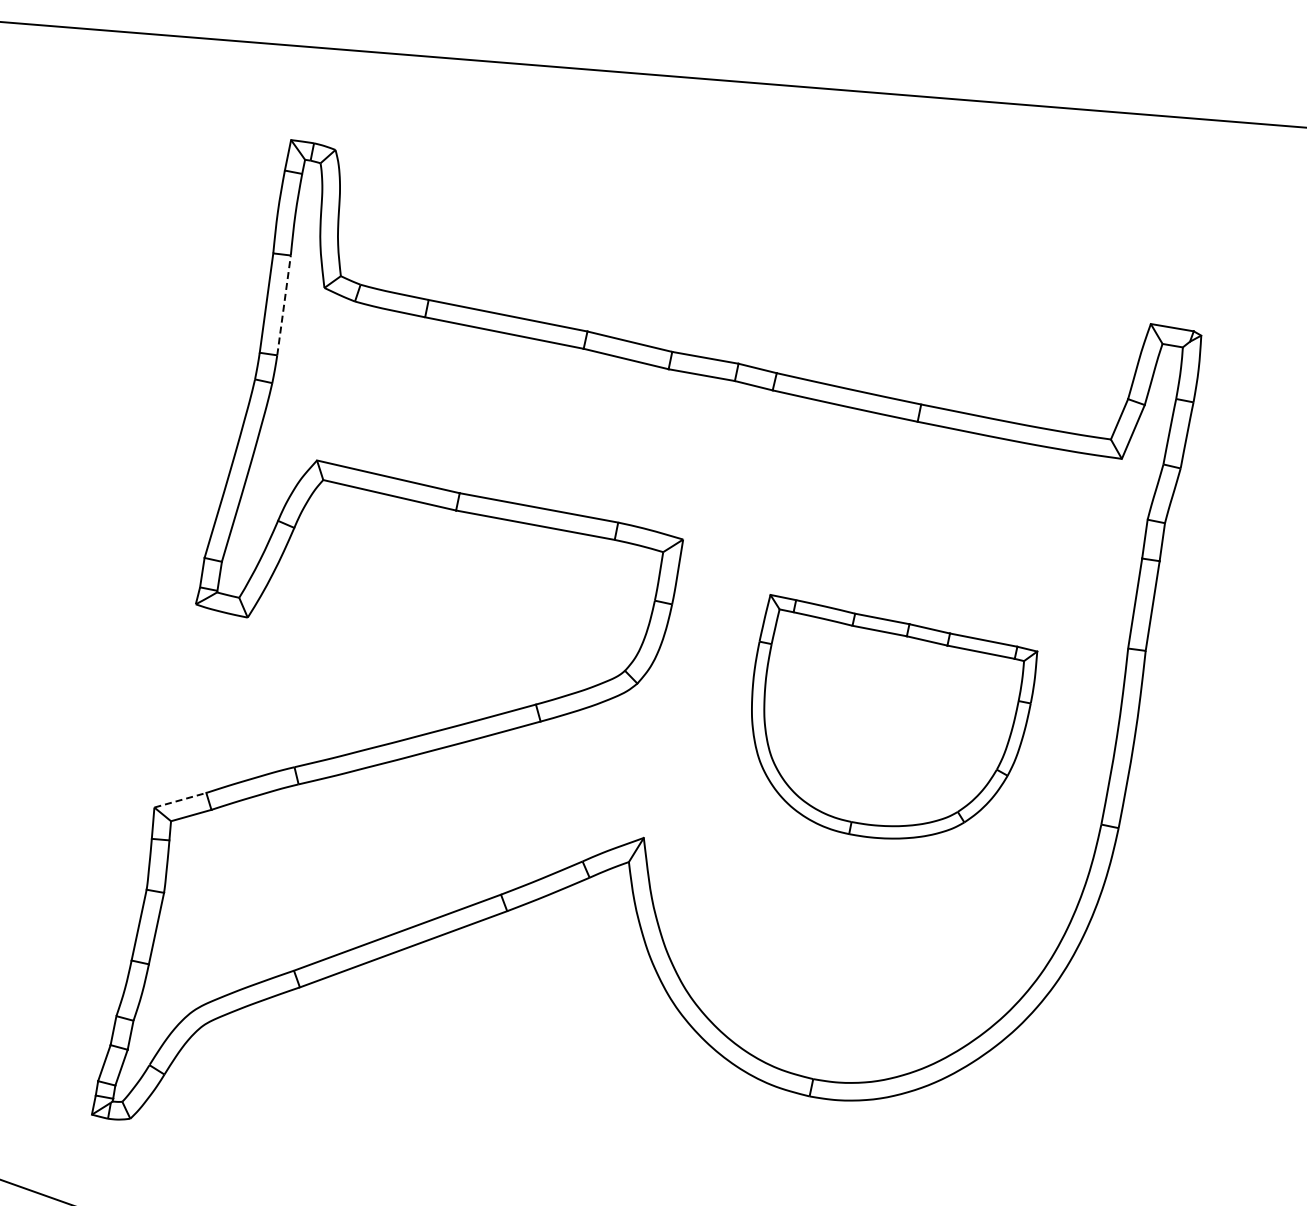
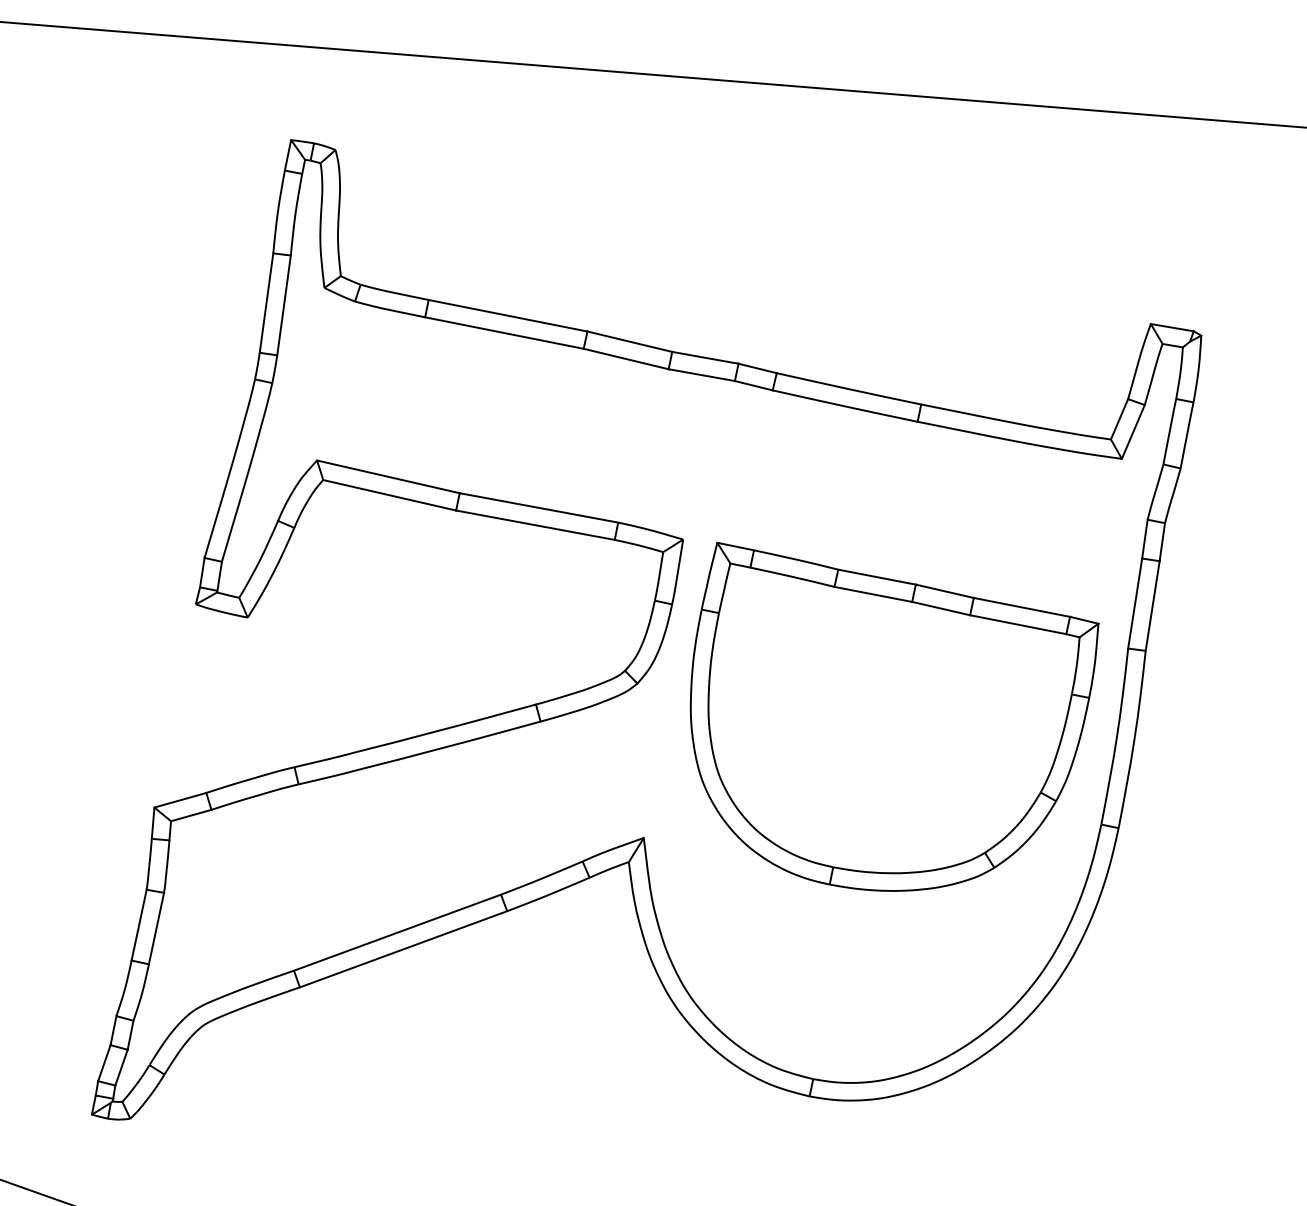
line at (284, 304): dashed -> solid
part at (894, 716) size: 288x246 px -> 411x351 px
line at (180, 800): dashed -> solid
